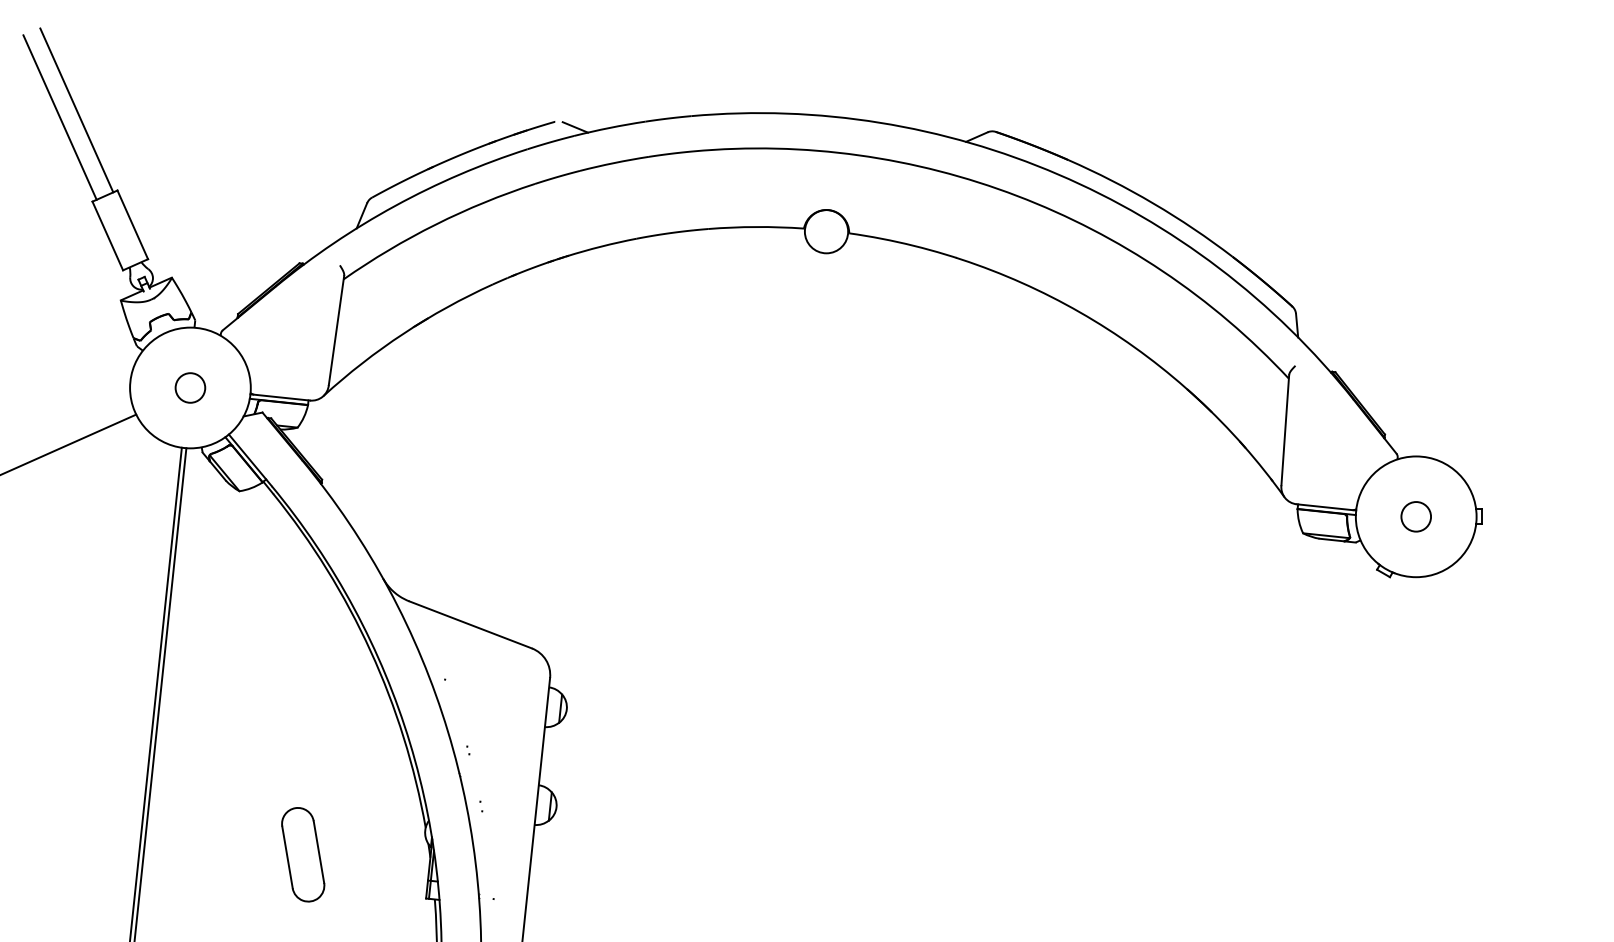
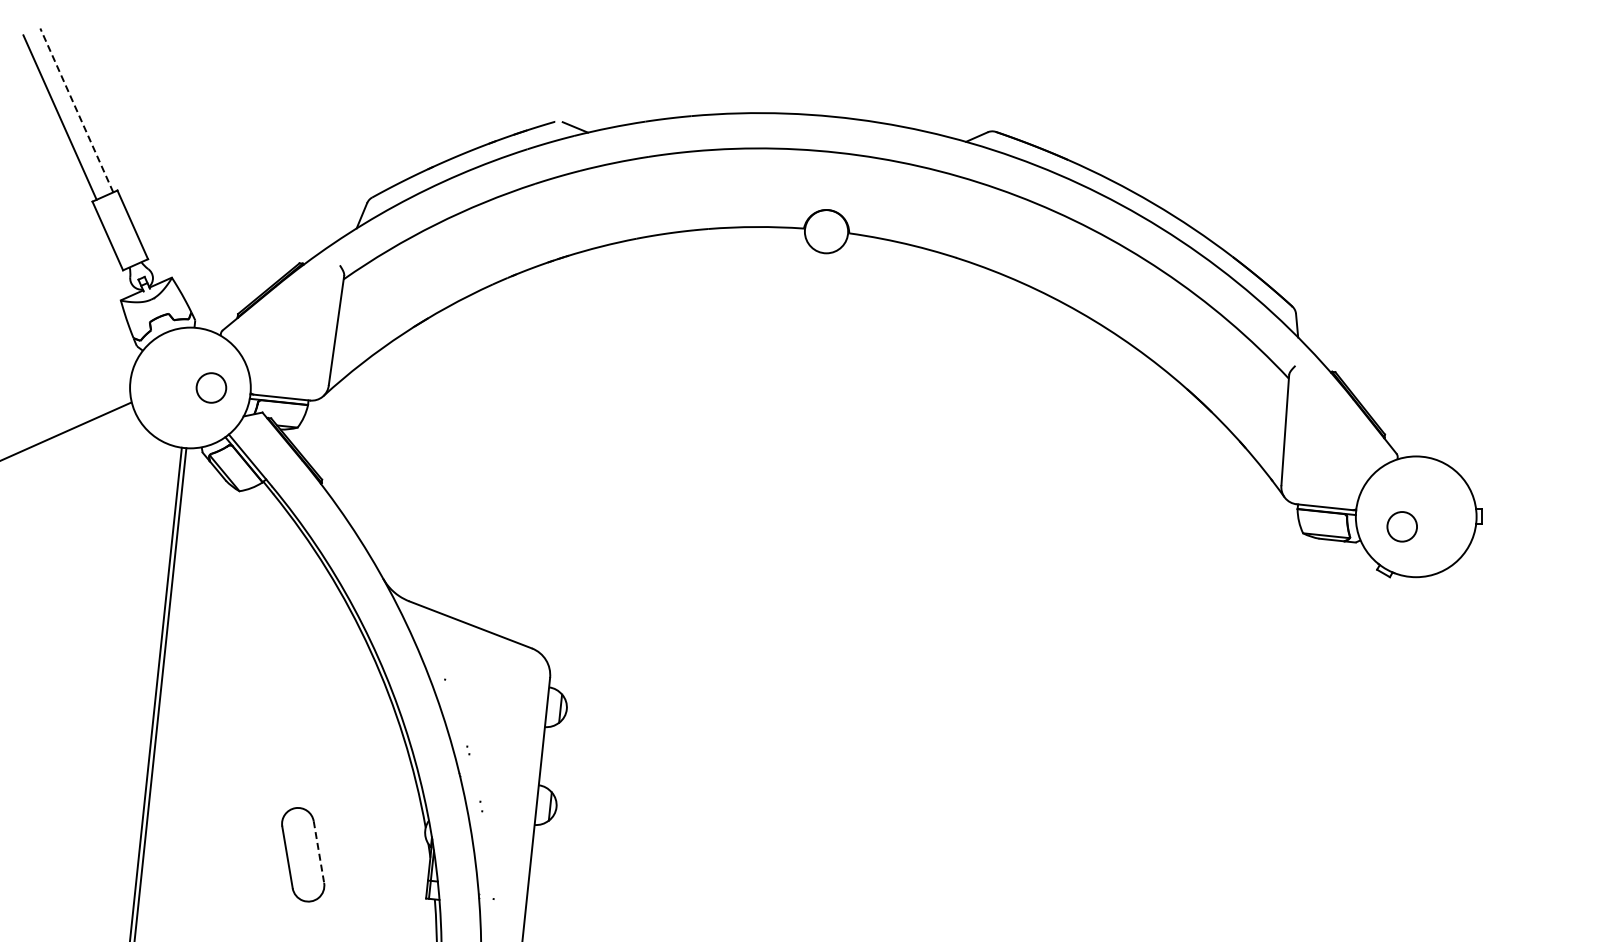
line at (76, 110): solid -> dashed
circle at (190, 387) position: (190, 387) -> (211, 387)
line at (69, 444) position: (69, 444) -> (66, 431)
circle at (1415, 516) position: (1415, 516) -> (1401, 526)
line at (319, 852): solid -> dashed
